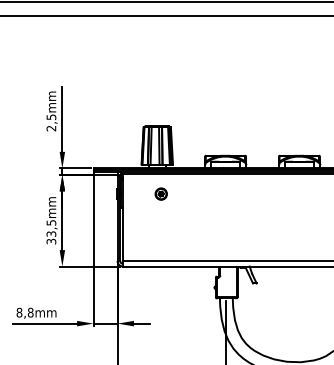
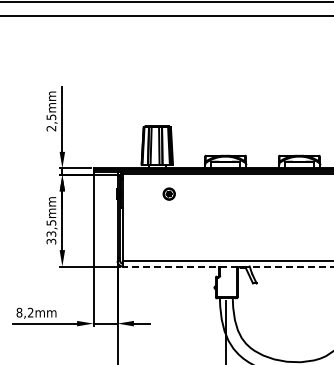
part at (160, 193) position: (160, 193) -> (168, 193)
line at (227, 266): solid -> dashed
text at (30, 312): 8,8mm -> 8,2mm
